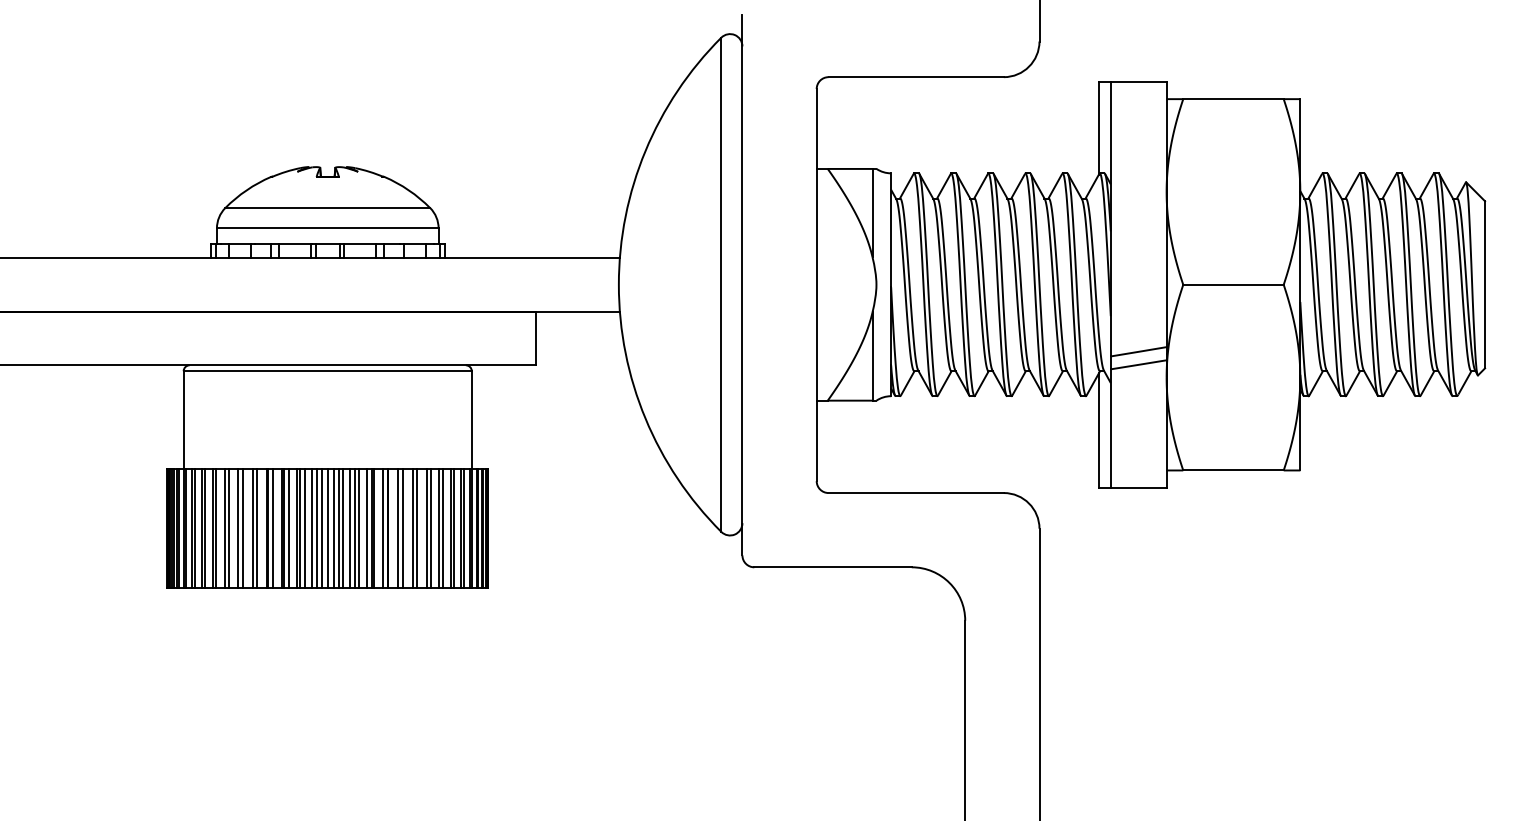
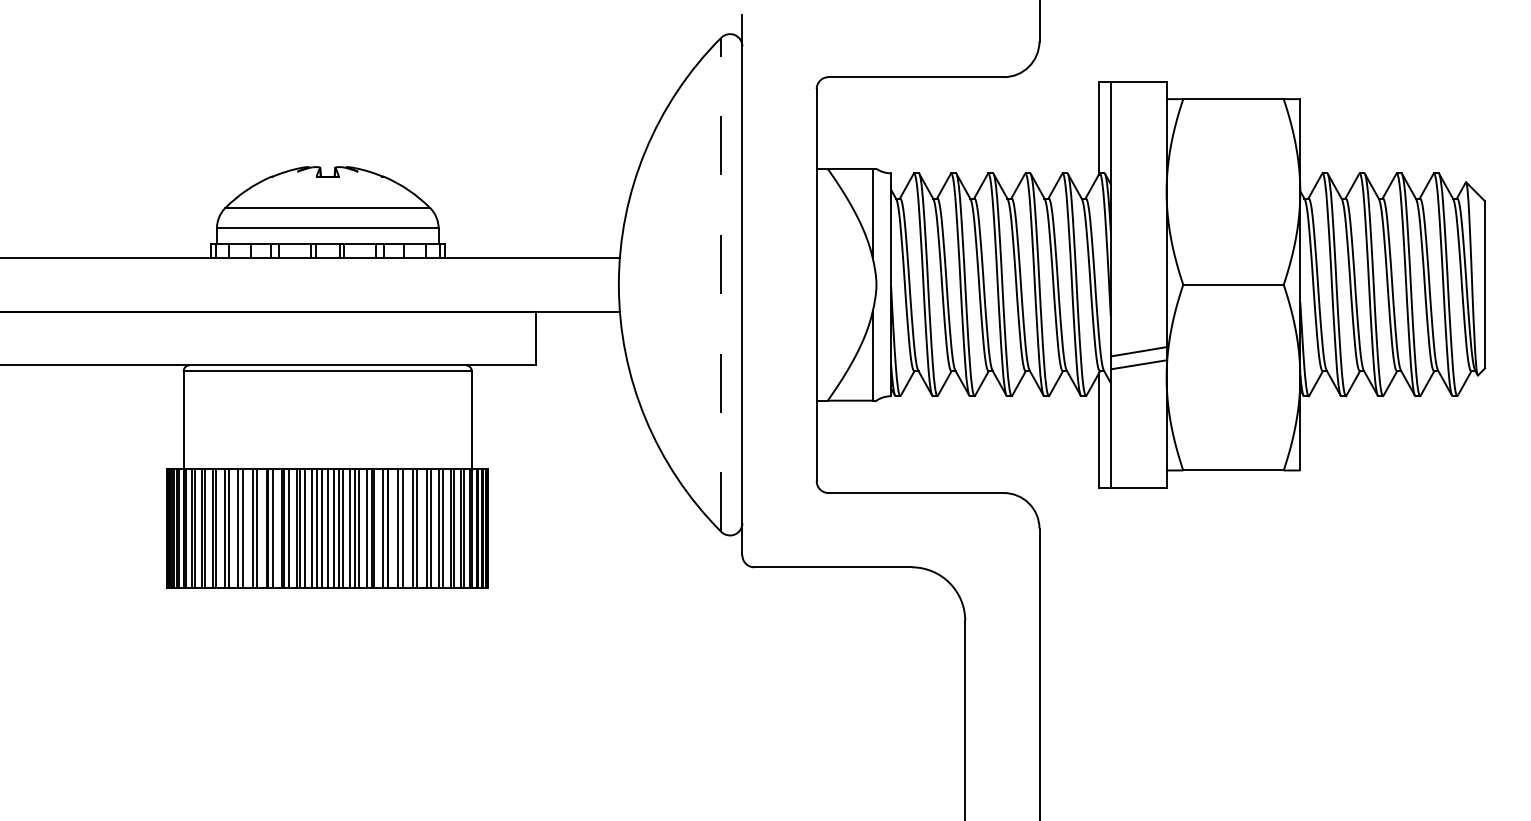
line at (721, 284): solid -> dashed
